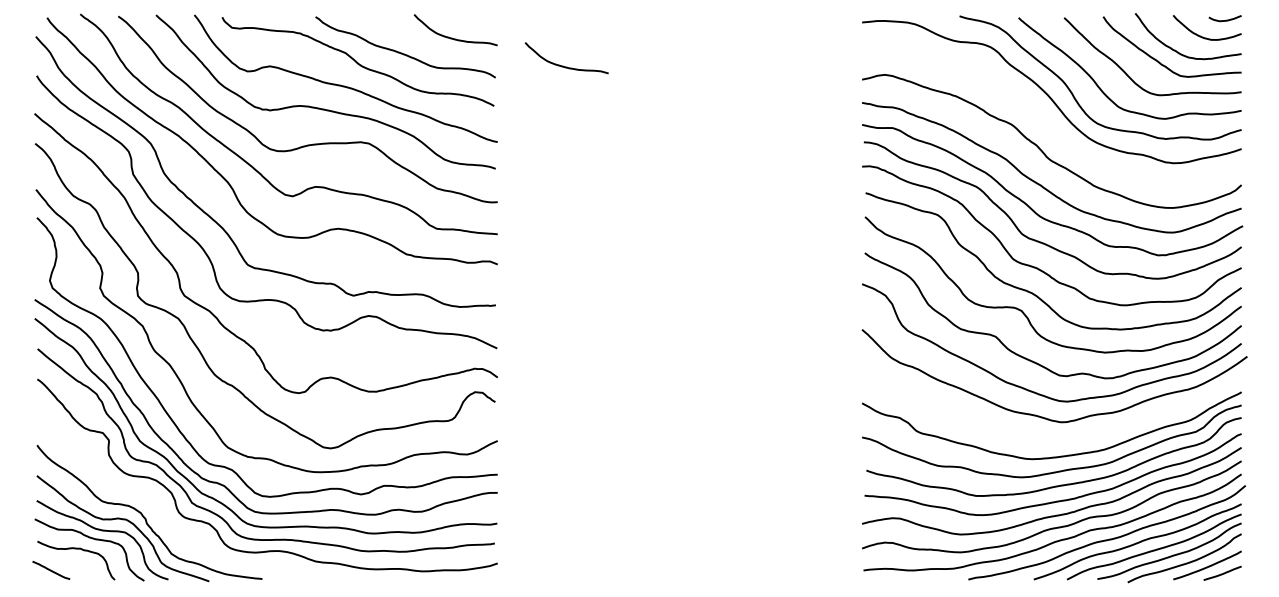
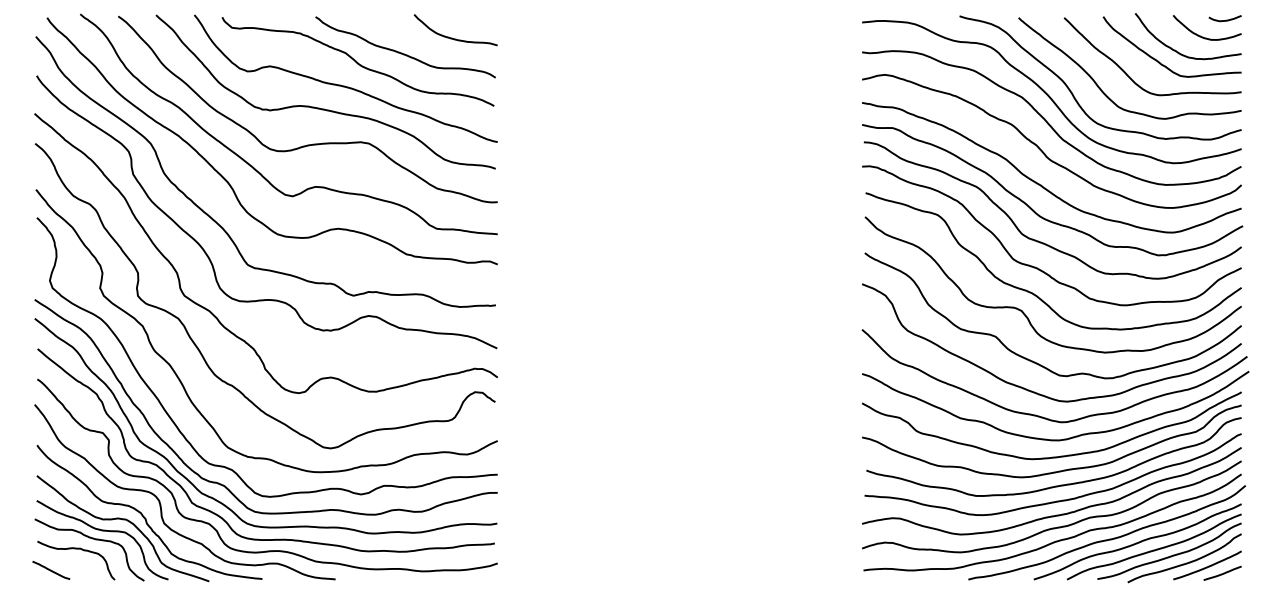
curve at (563, 65): present -> none
curve at (1047, 121): none -> present
curve at (1063, 438): none -> present
curve at (160, 501): none -> present
